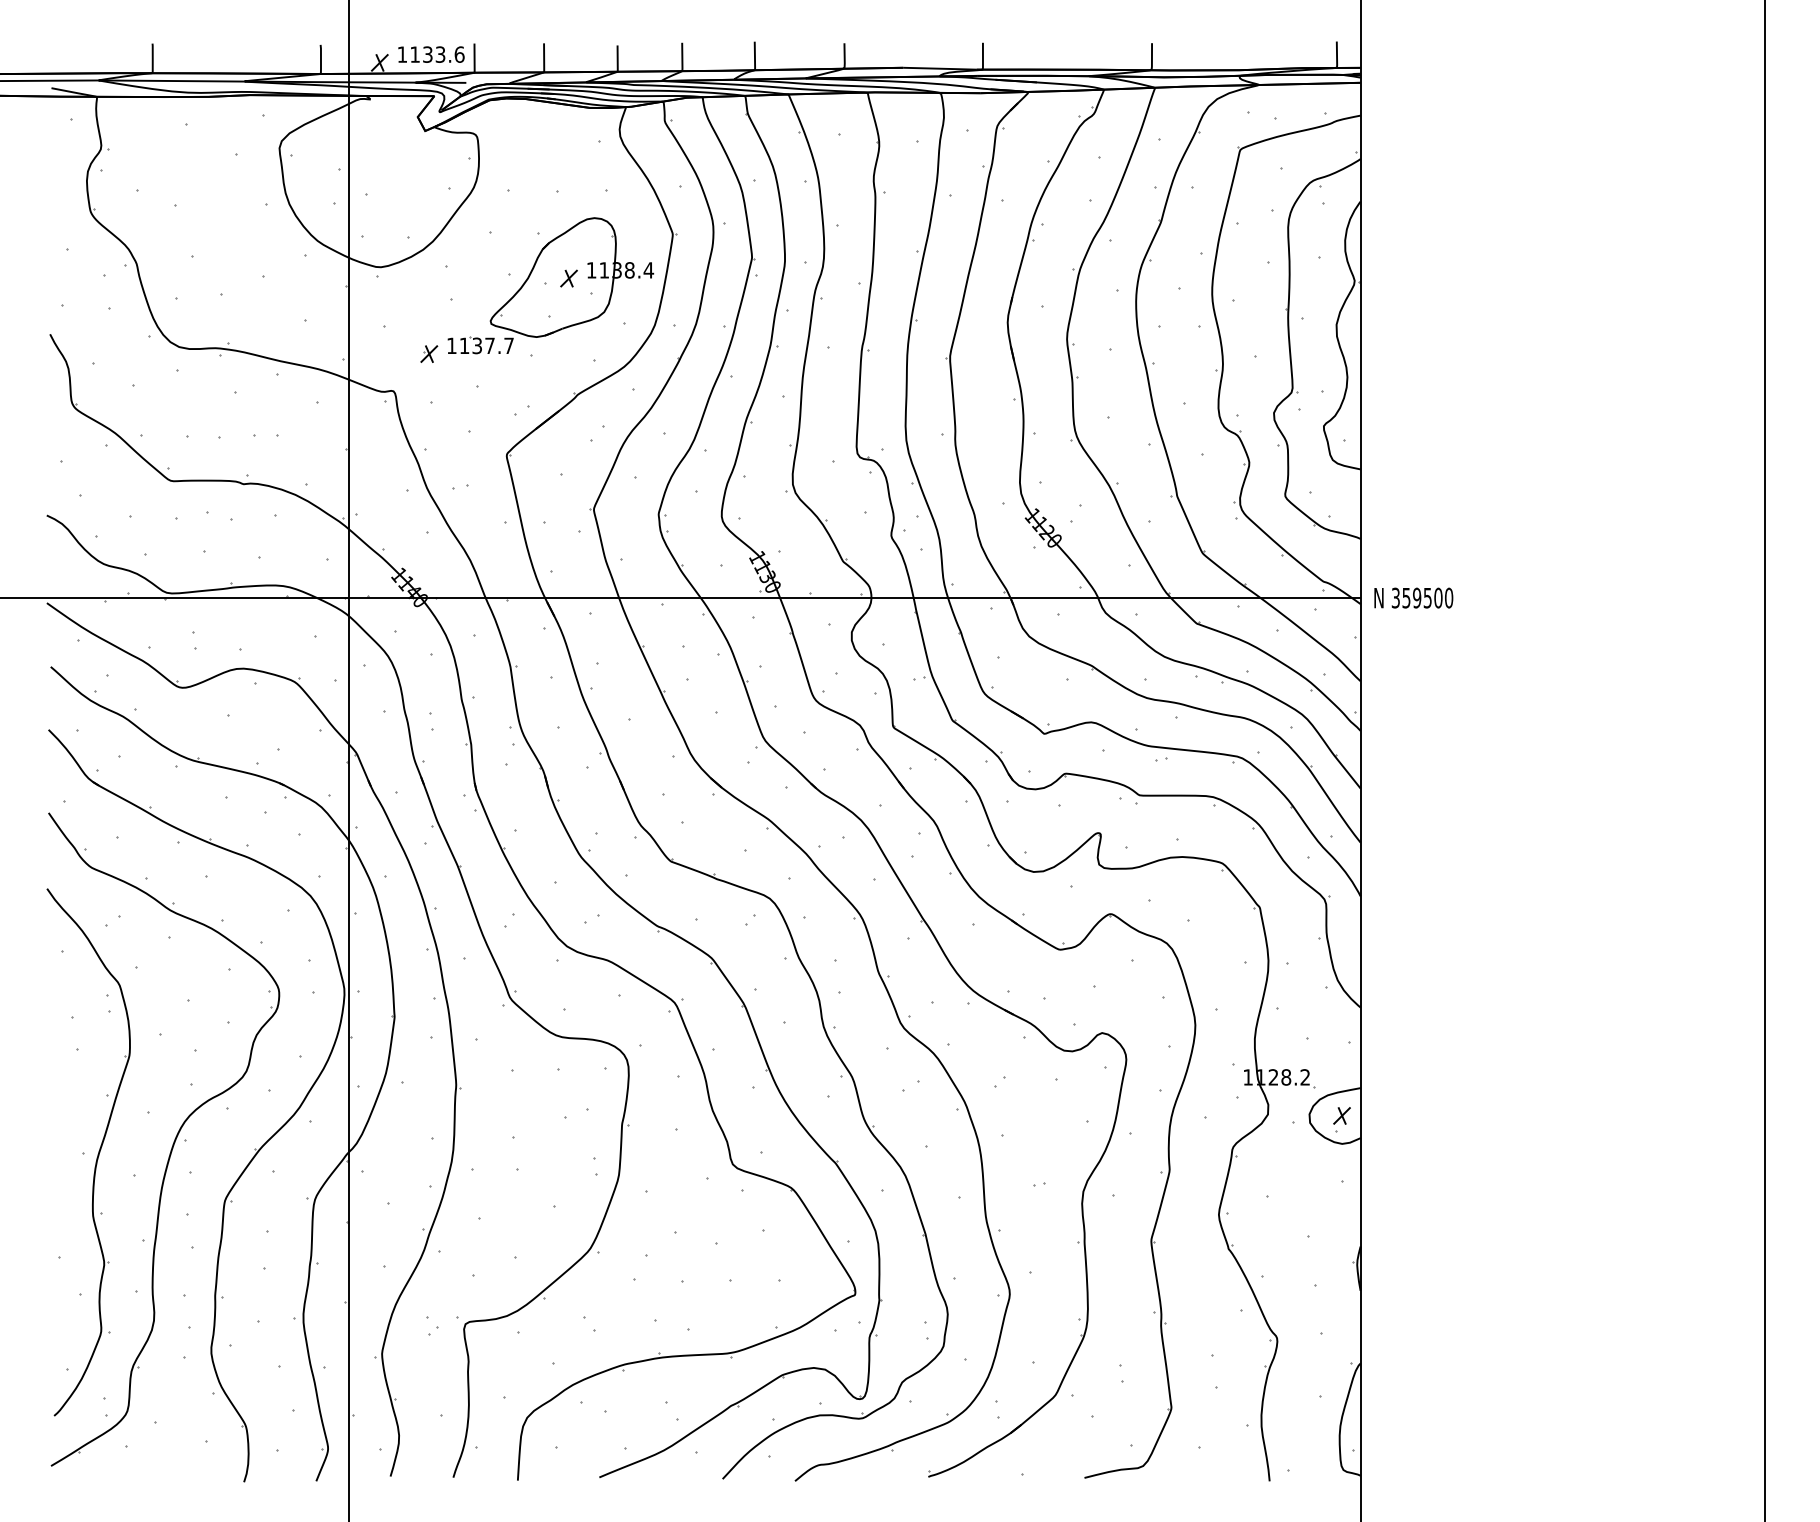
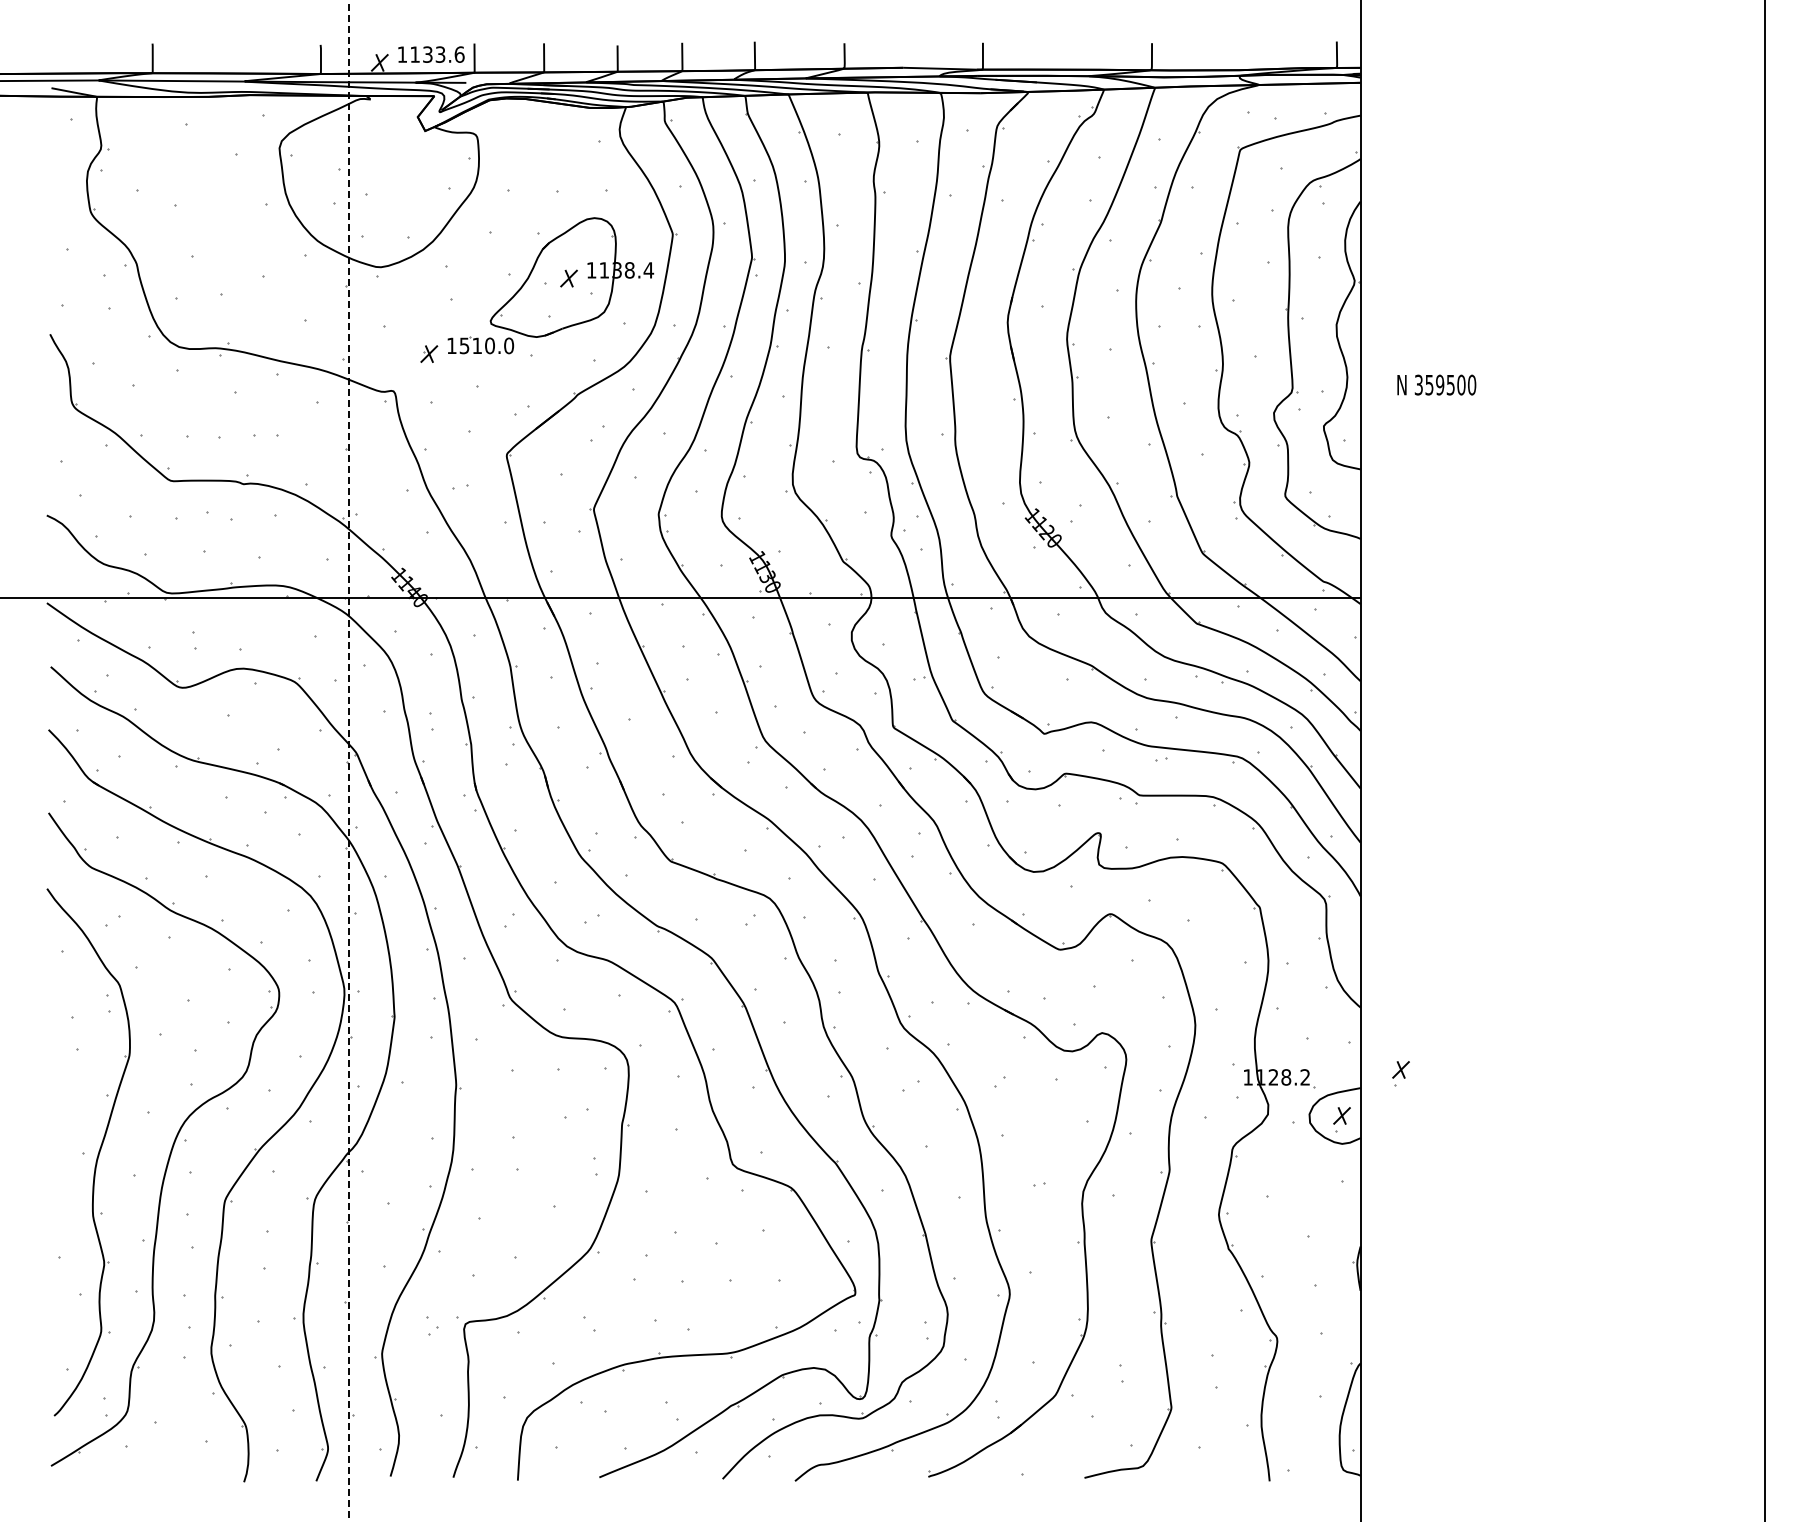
text at (486, 345): 1137.7 -> 1510.0
text at (1413, 597) position: (1413, 597) -> (1436, 384)
line at (348, 760): solid -> dashed
part at (1400, 1073): none -> present
